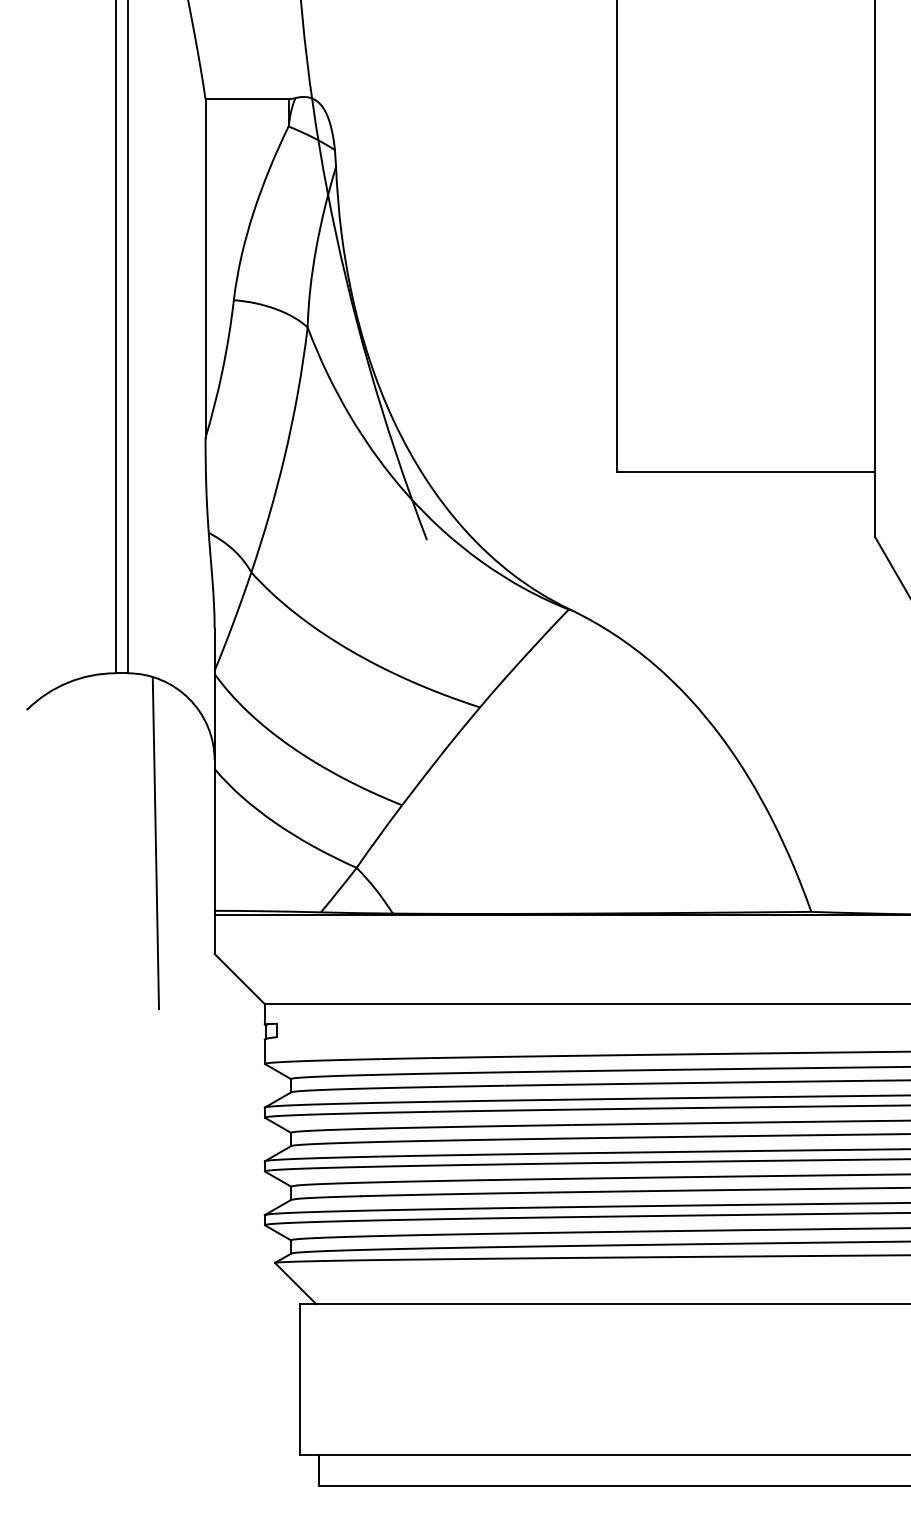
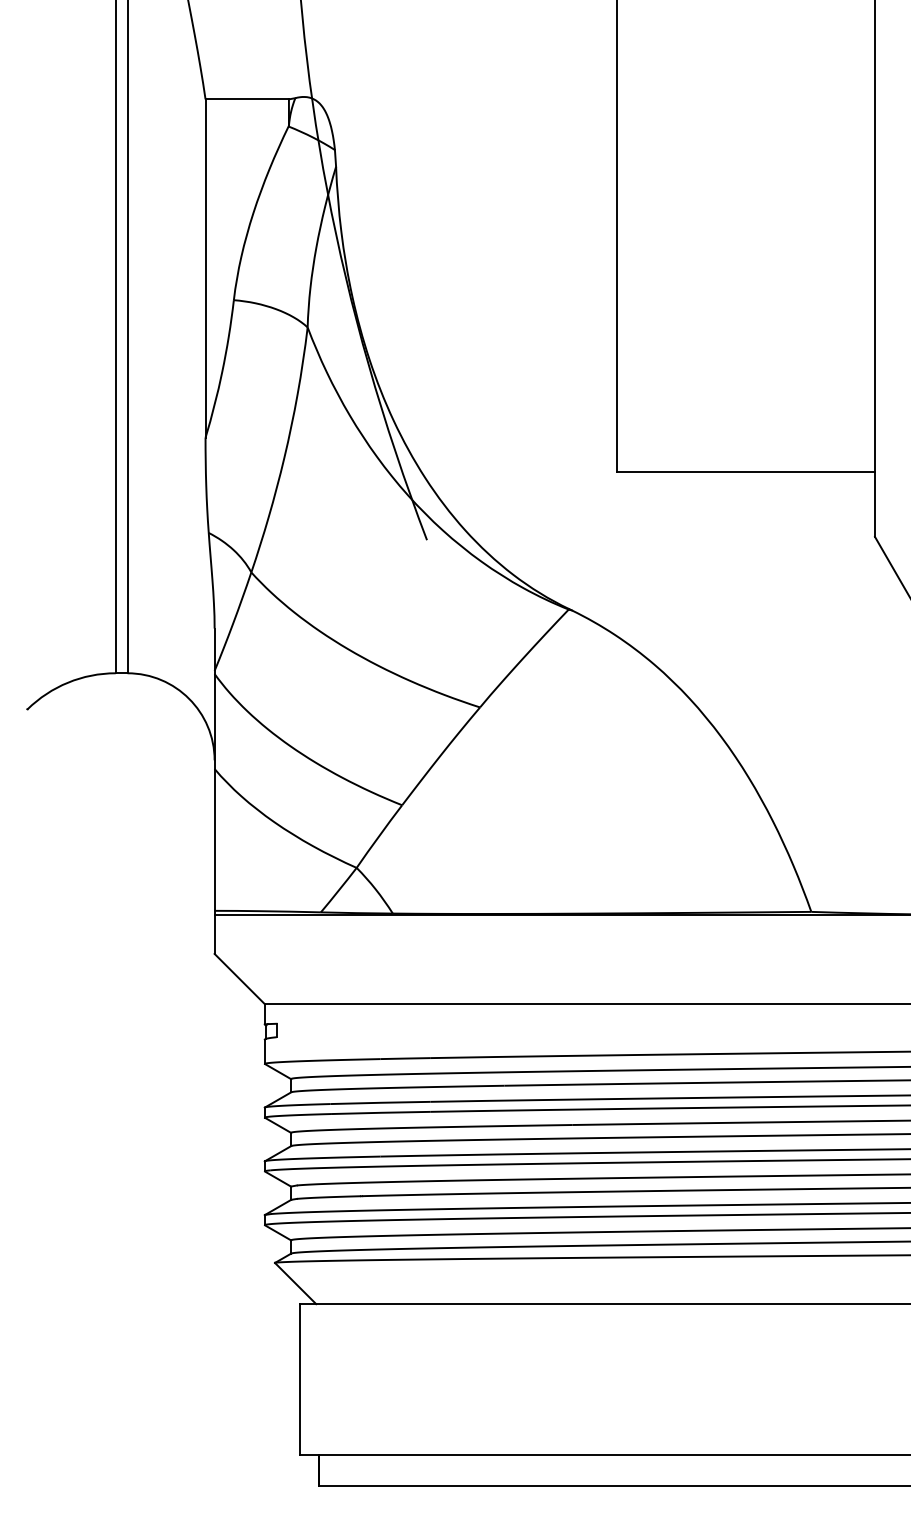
line at (155, 843): present -> none
